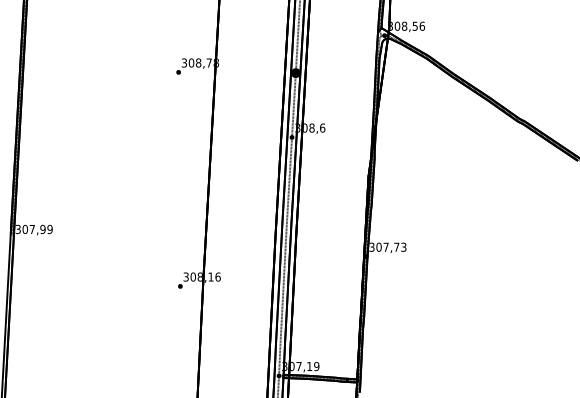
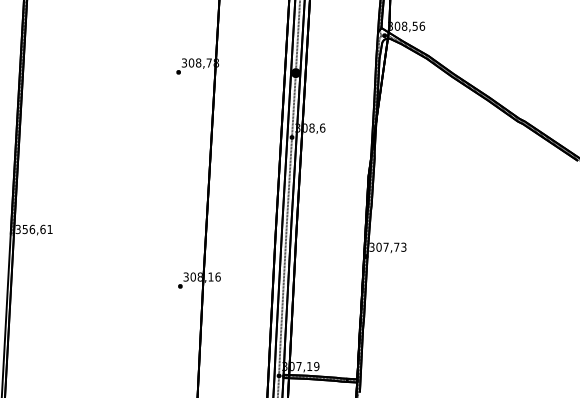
text at (37, 229): 307,99 -> 356,61
